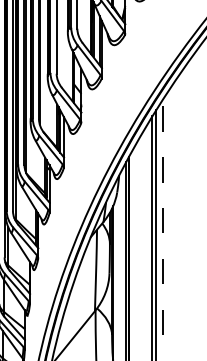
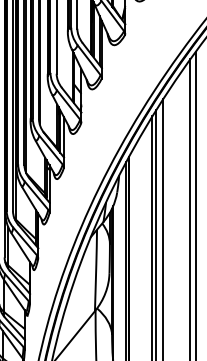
line at (195, 204): none -> present
line at (190, 208): none -> present
line at (163, 229): dashed -> solid
